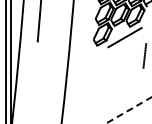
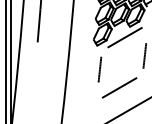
line at (99, 69): none -> present
line at (119, 87): none -> present
line at (129, 110): dashed -> solid
